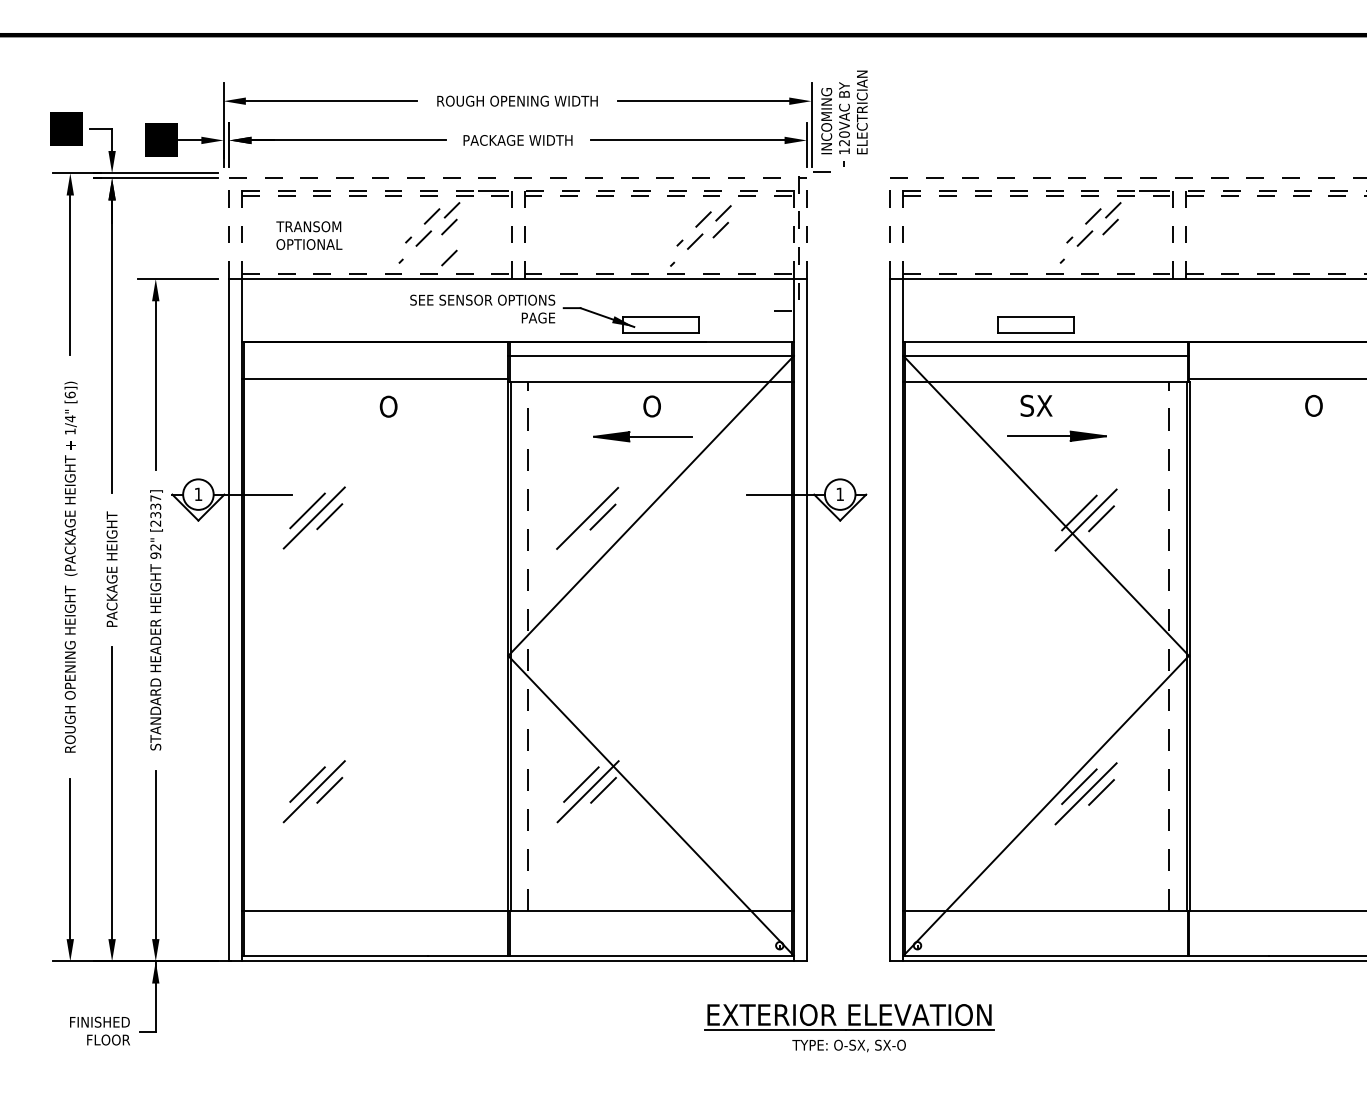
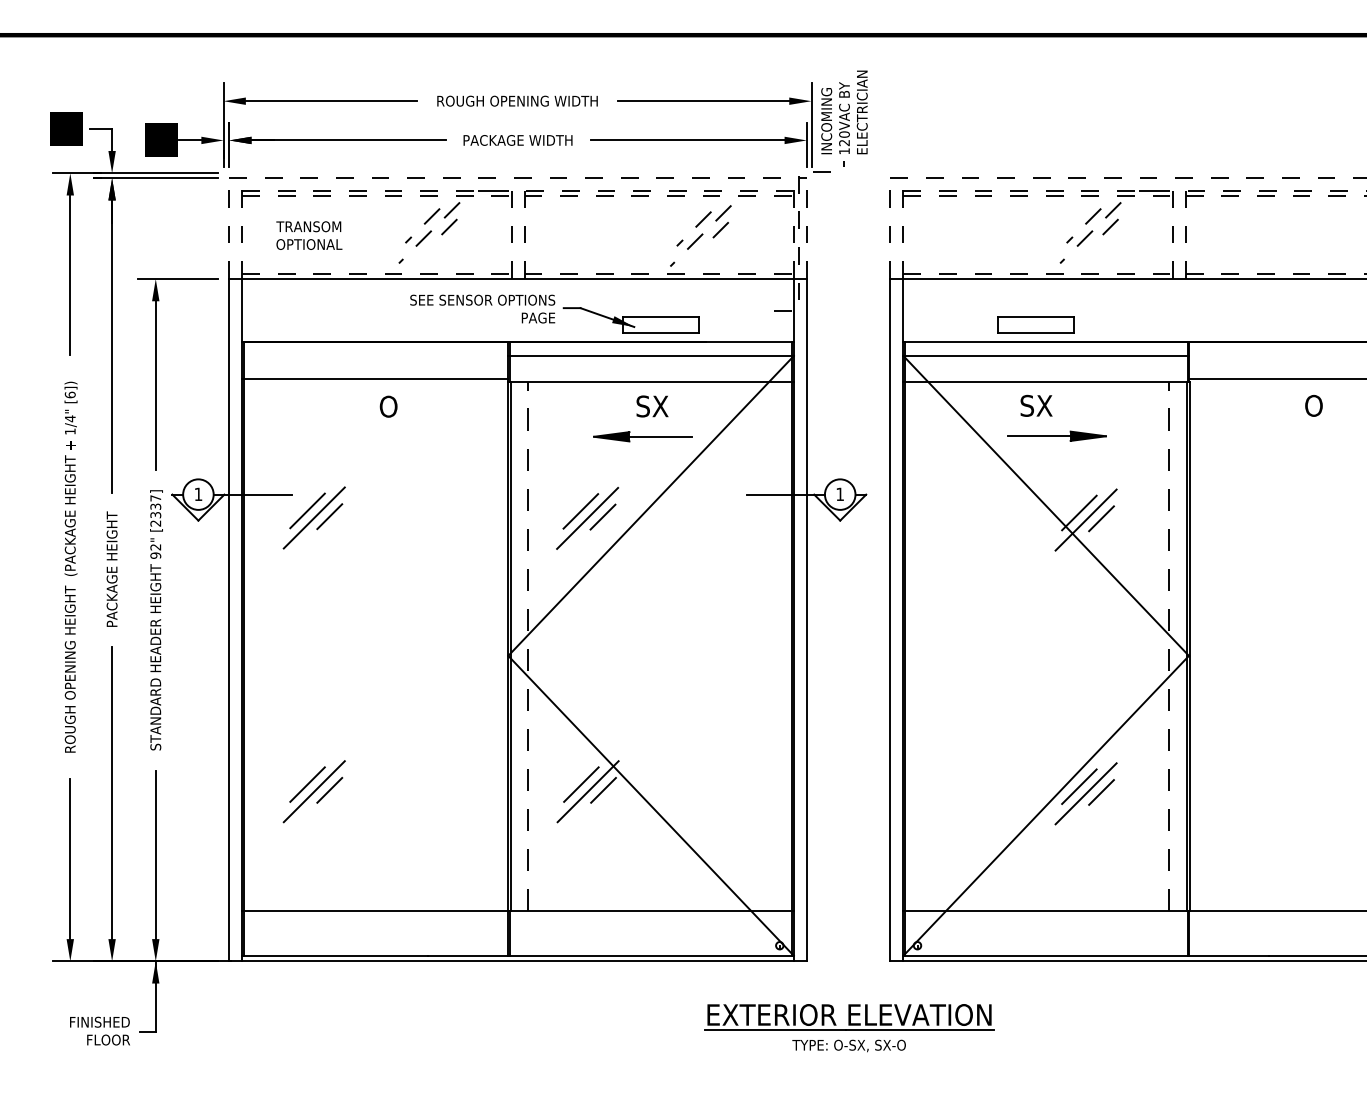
line at (449, 257): present -> none
text at (652, 406): O -> SX
line at (580, 511): none -> present
